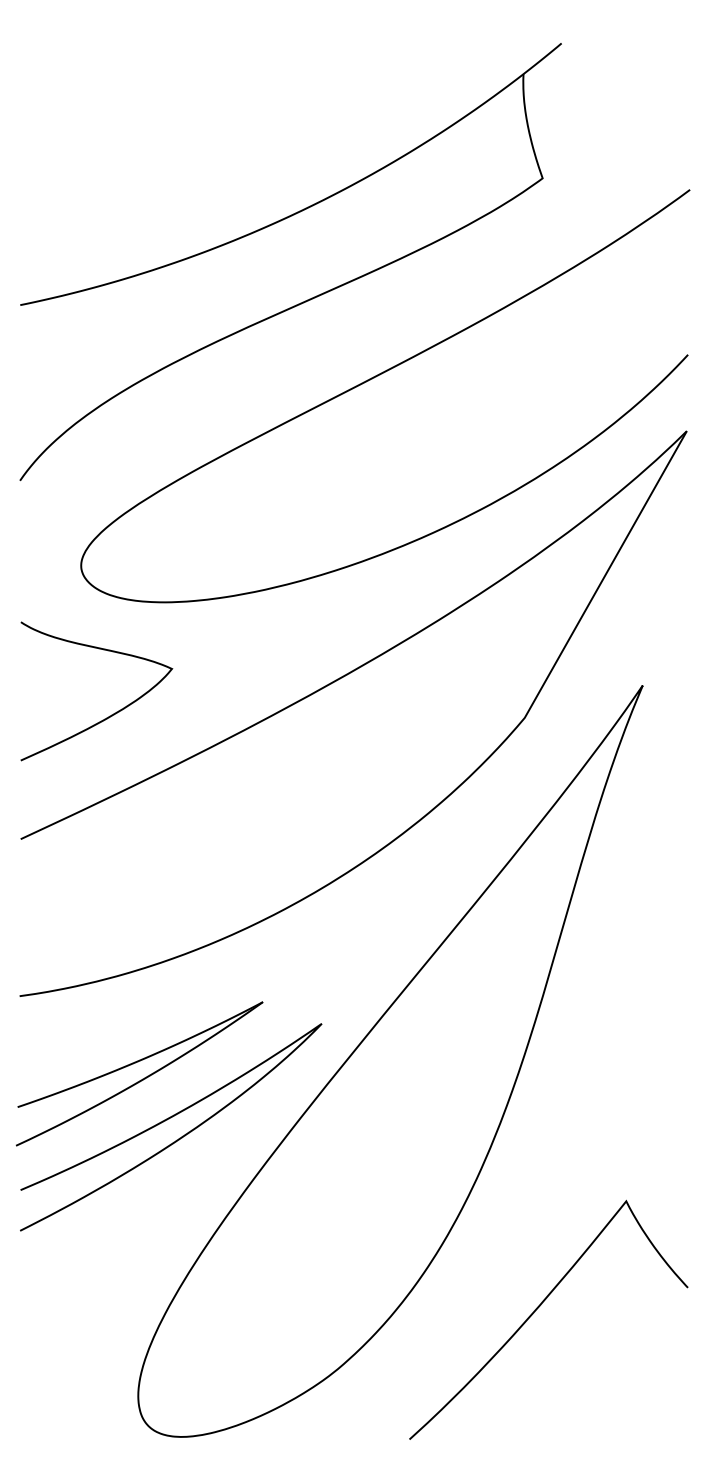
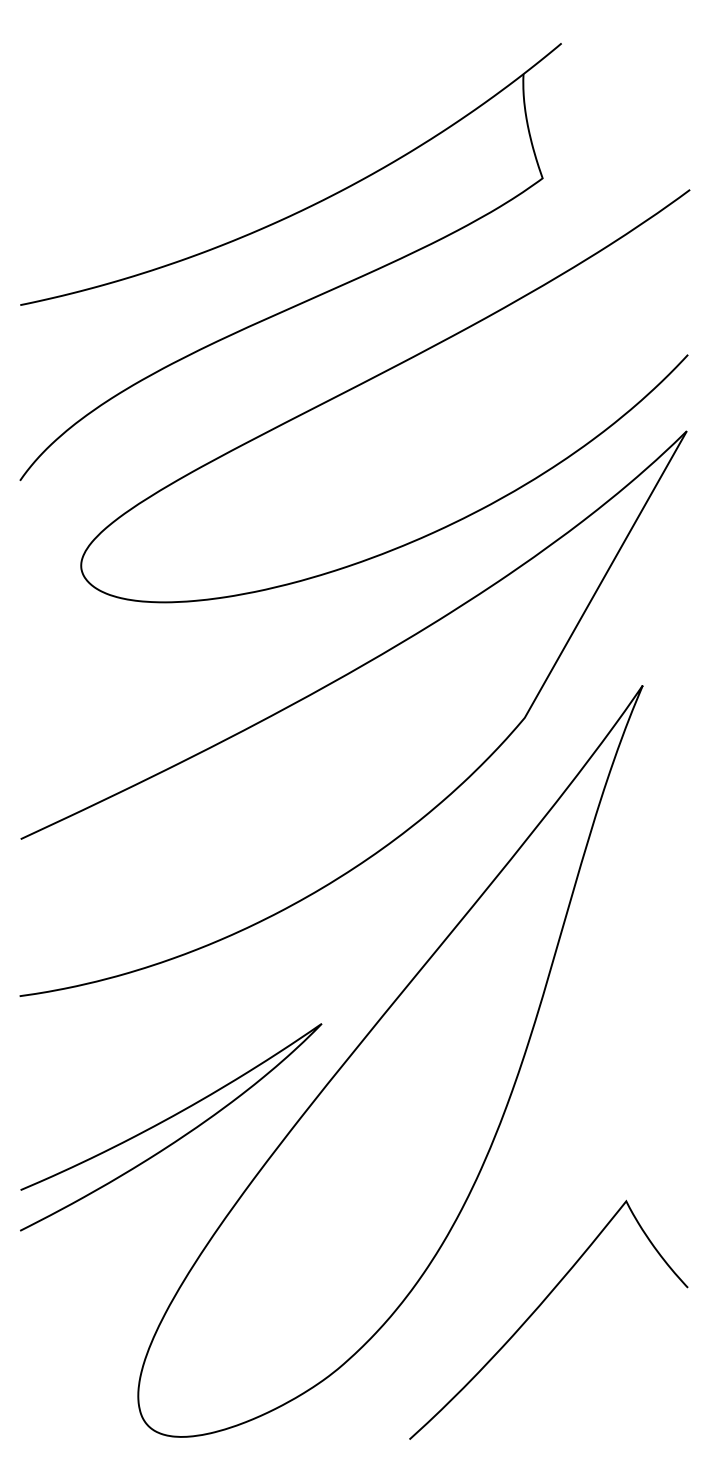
curve at (109, 715): present -> none
part at (139, 1073): present -> none
